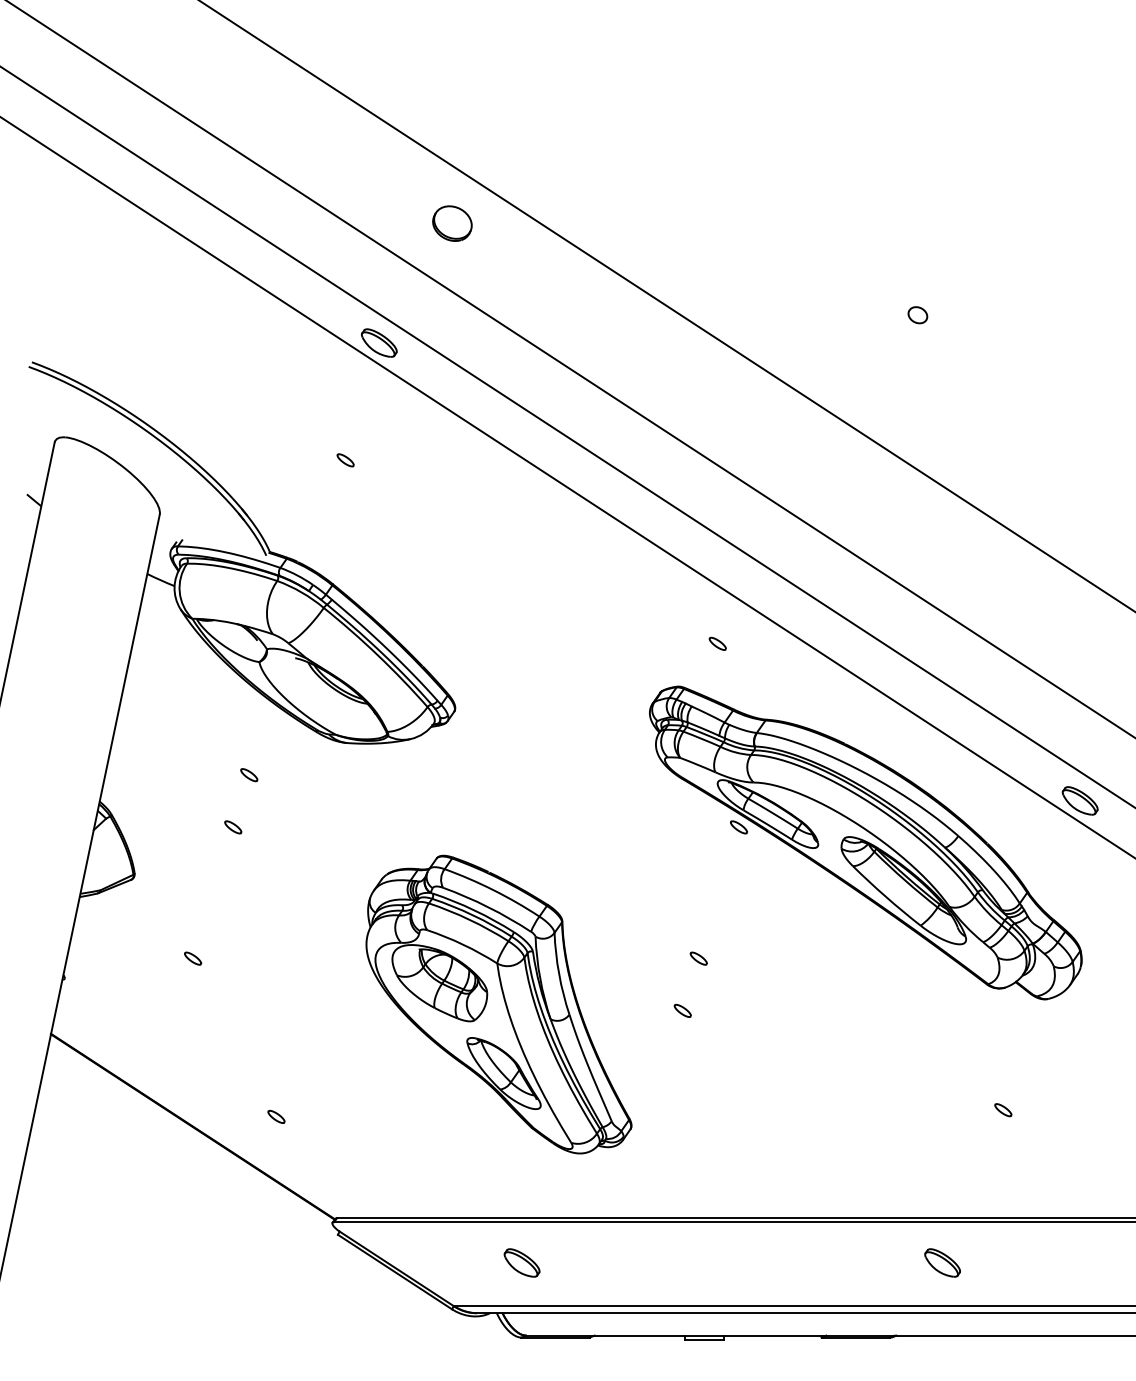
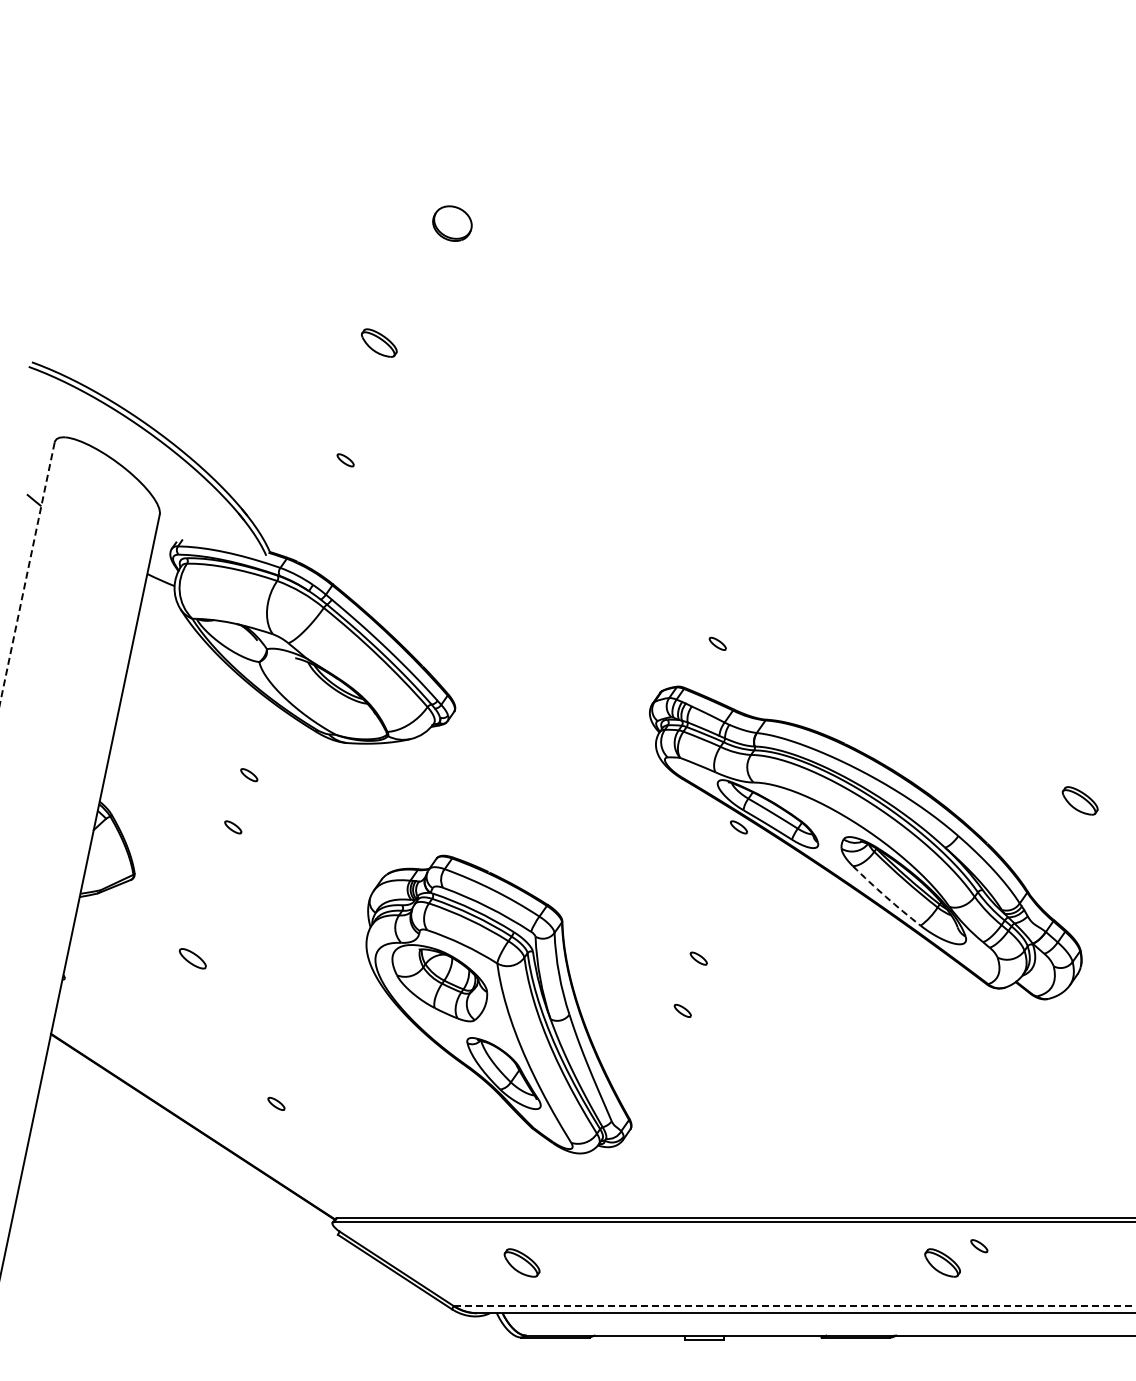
line at (666, 306): present -> none
part at (917, 315): present -> none
line at (570, 369): present -> none
line at (567, 436): present -> none
line at (567, 487): present -> none
line at (27, 572): solid -> dashed
arc at (885, 896): solid -> dashed
part at (193, 958) size: 19x15 px -> 29x22 px
part at (1003, 1110) position: (1003, 1110) -> (979, 1246)
part at (276, 1116) position: (276, 1116) -> (276, 1103)
line at (794, 1306): solid -> dashed
